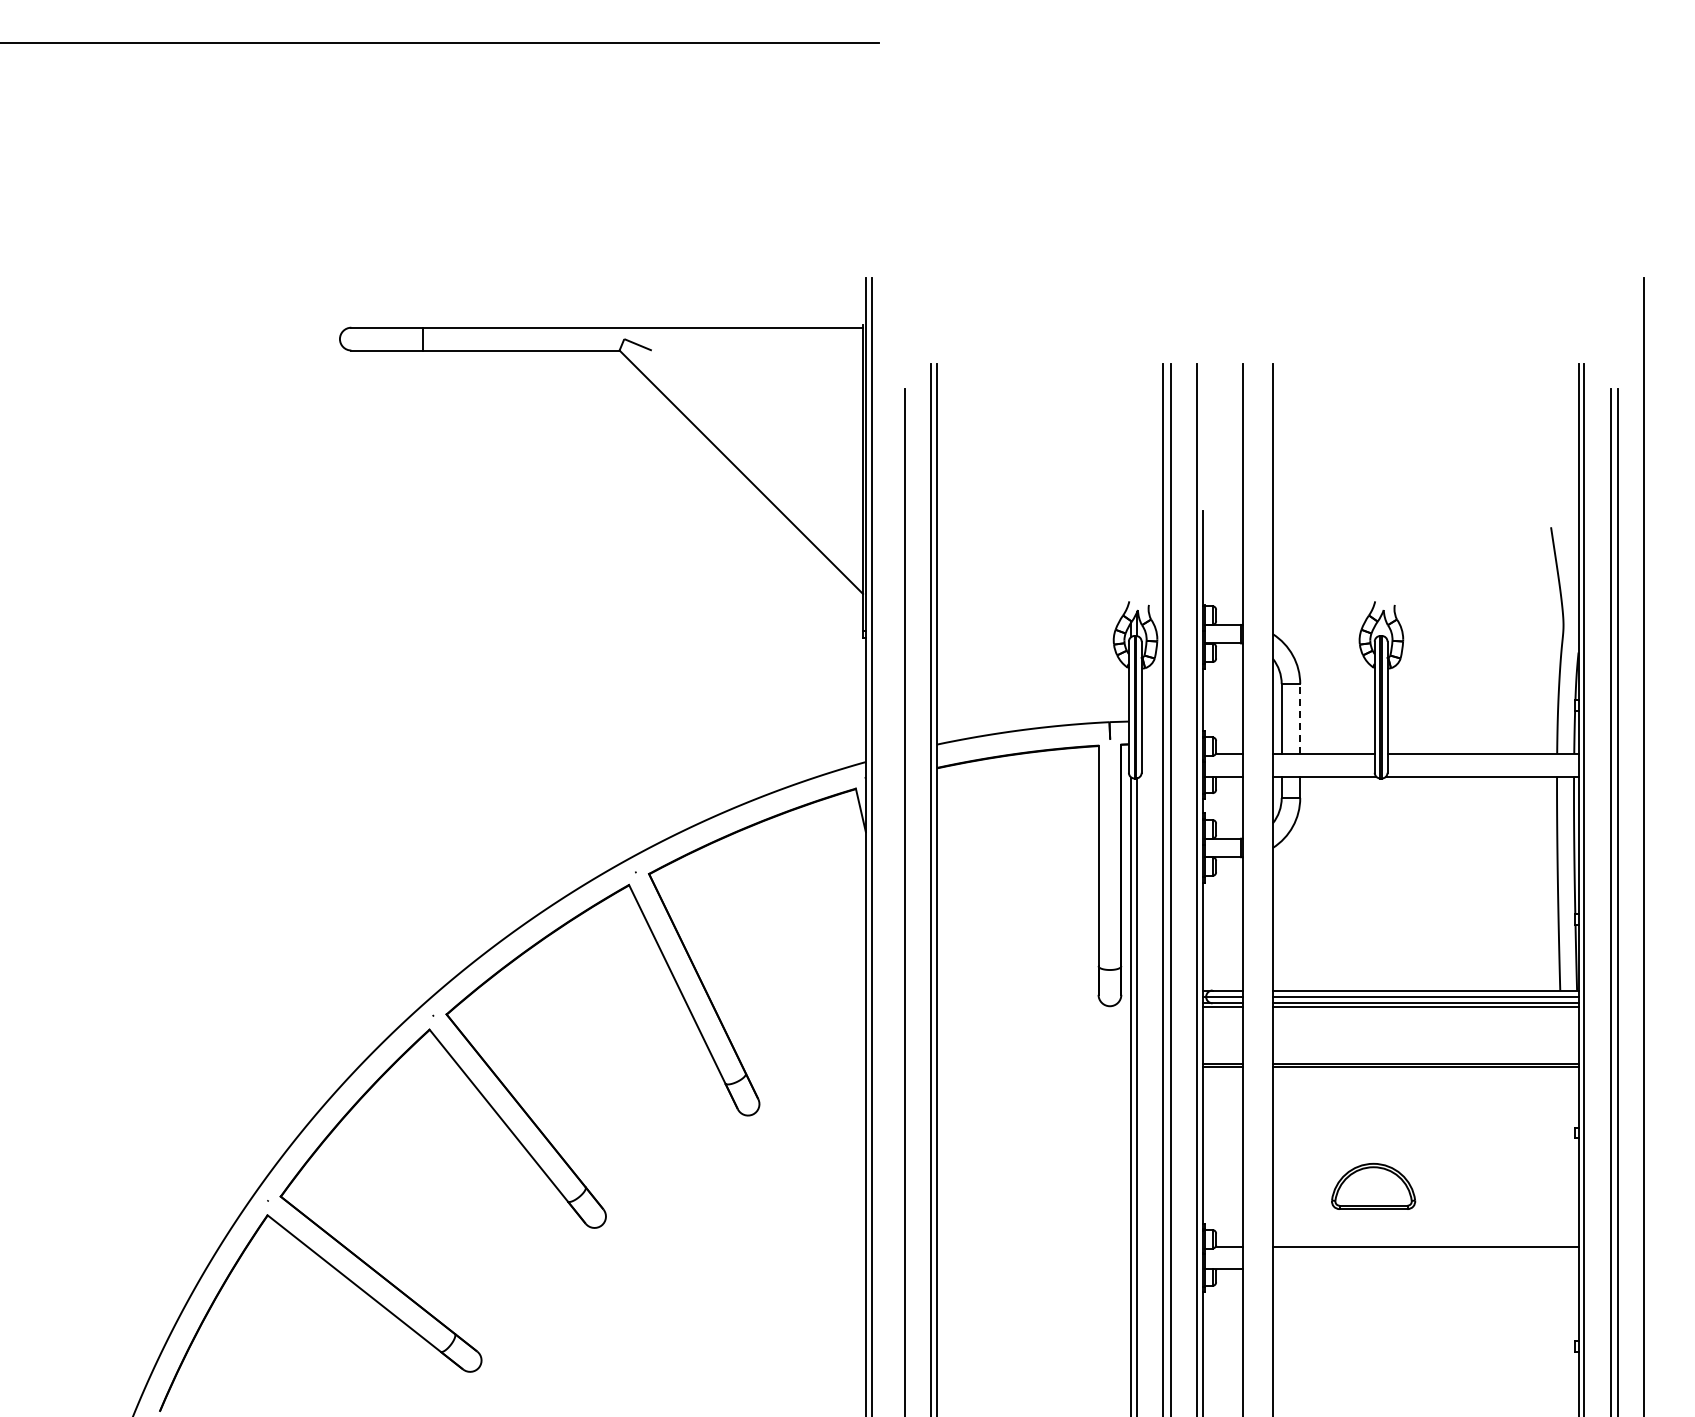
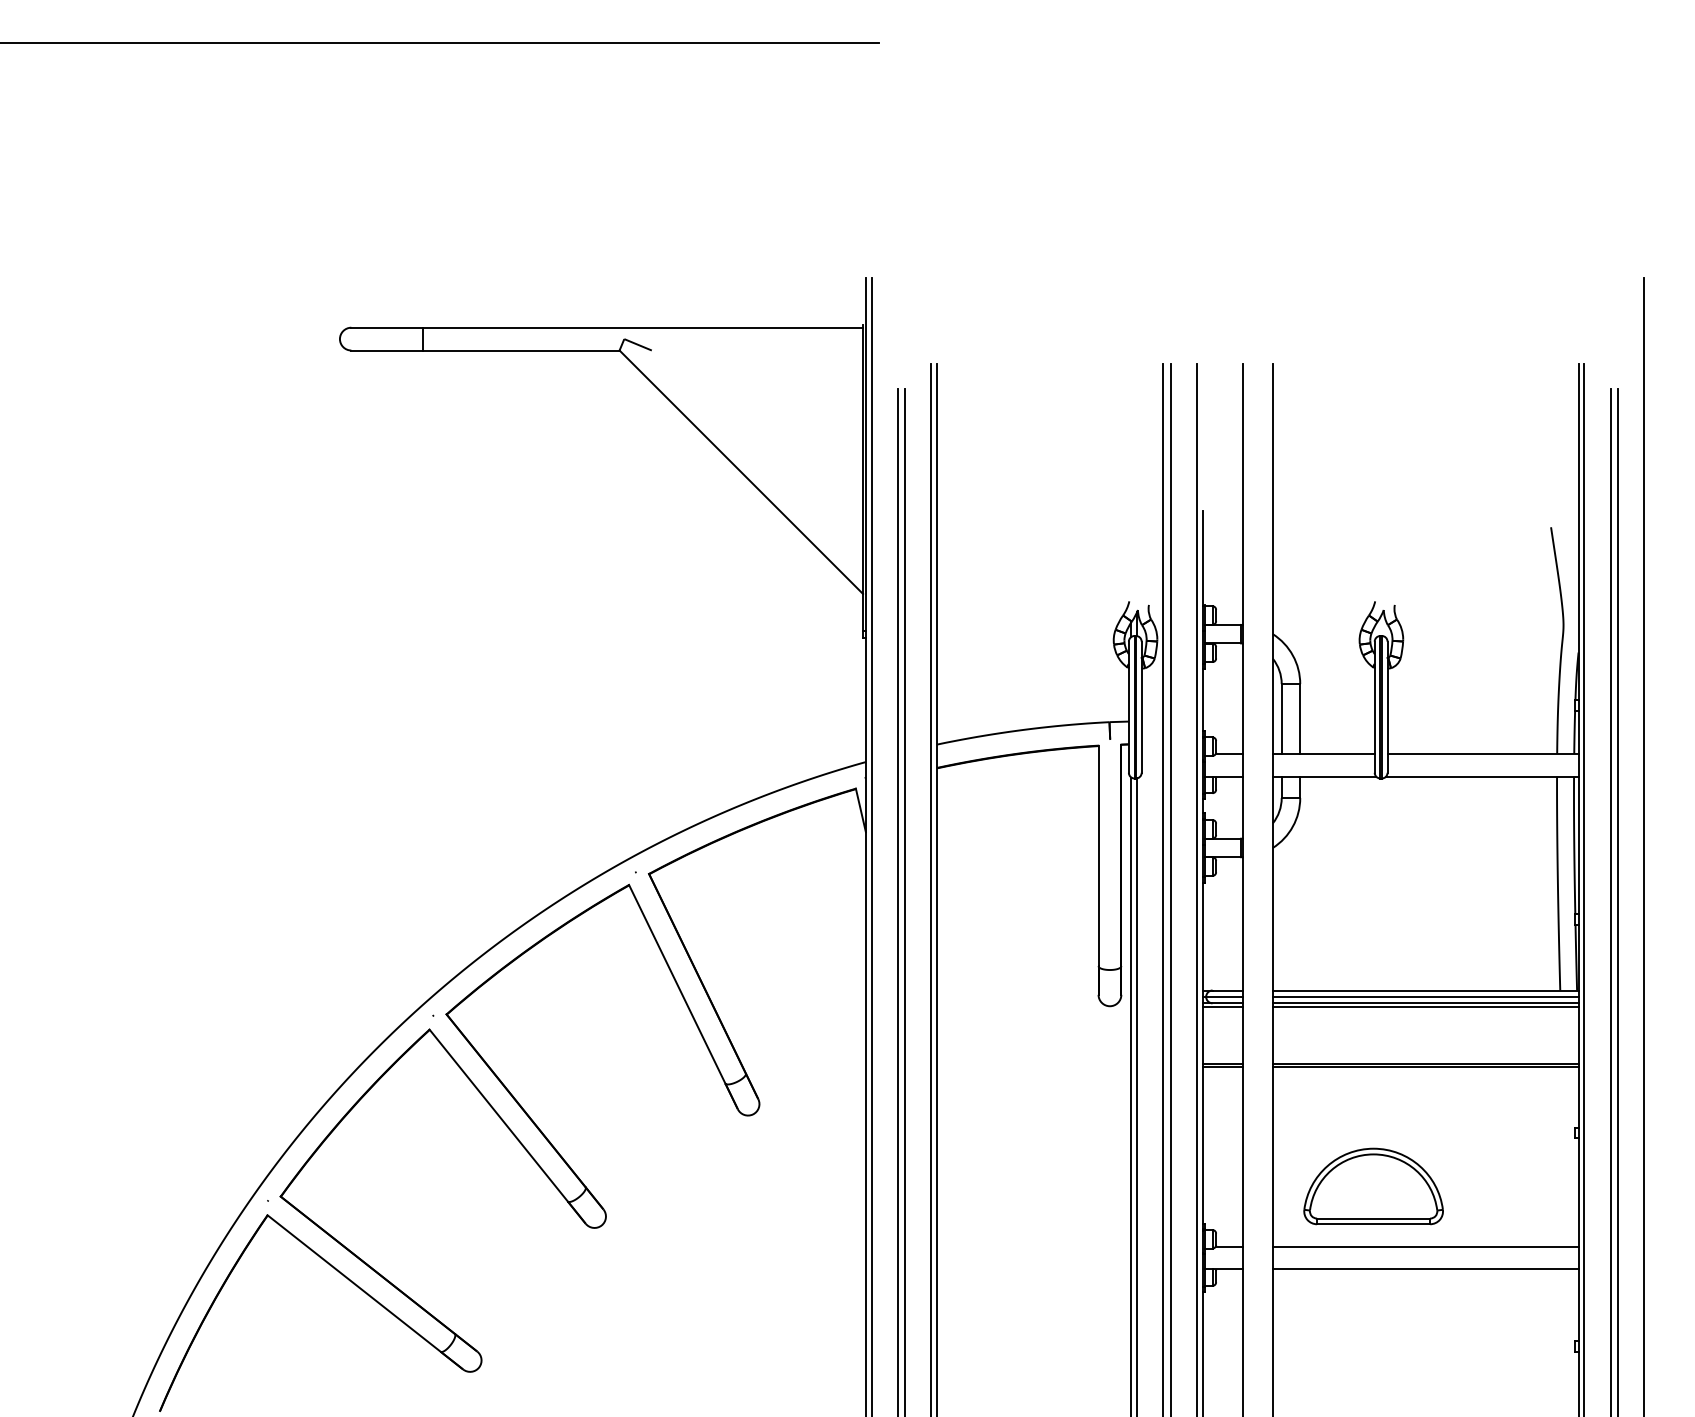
line at (1300, 718): dashed -> solid
line at (897, 901): none -> present
part at (1373, 1185) size: 86x48 px -> 141x79 px
line at (1425, 1269): none -> present
